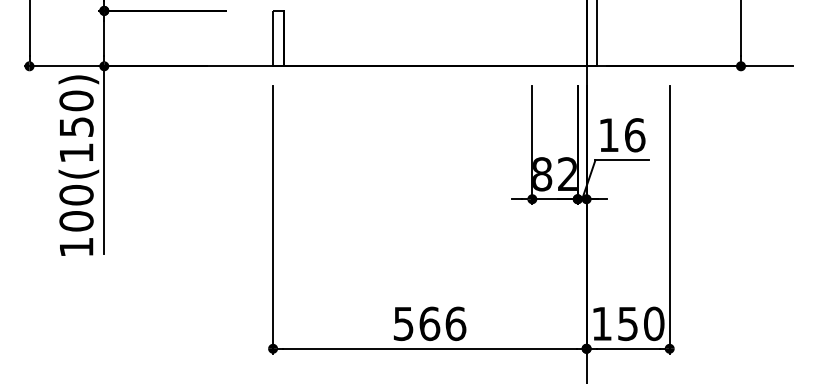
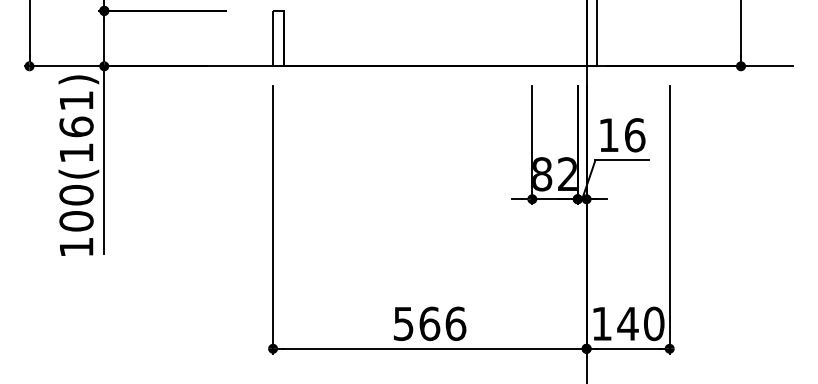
text at (76, 113): 100(150) -> 100(161)
text at (627, 324): 150 -> 140
